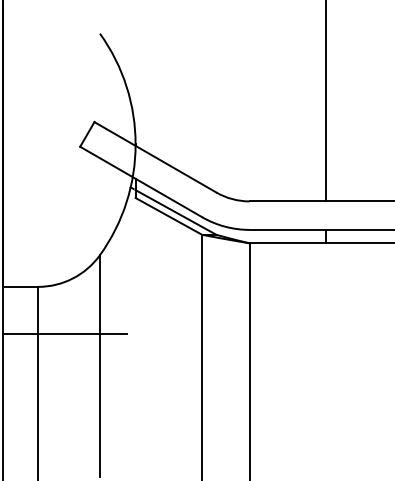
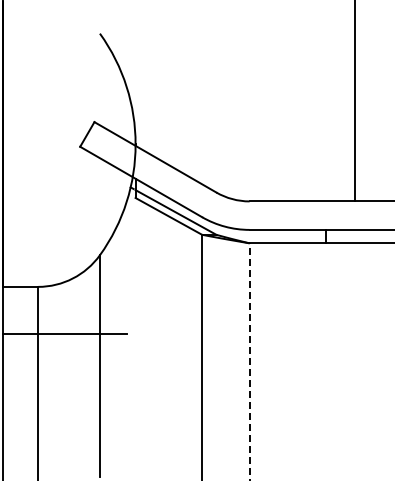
line at (325, 101) position: (325, 101) -> (354, 101)
line at (249, 361): solid -> dashed
